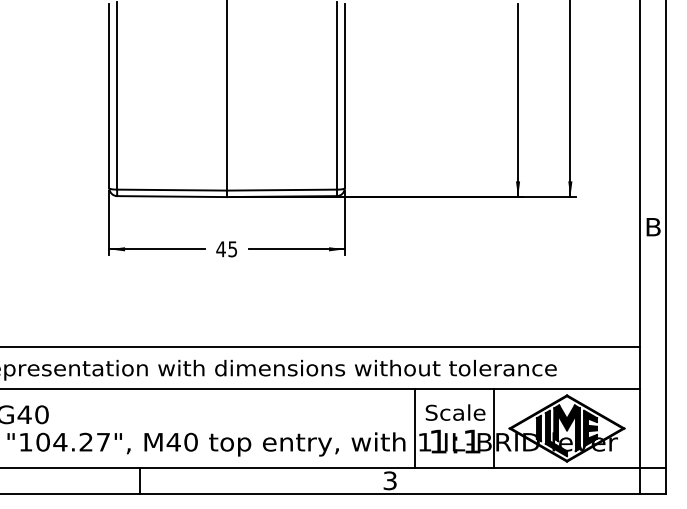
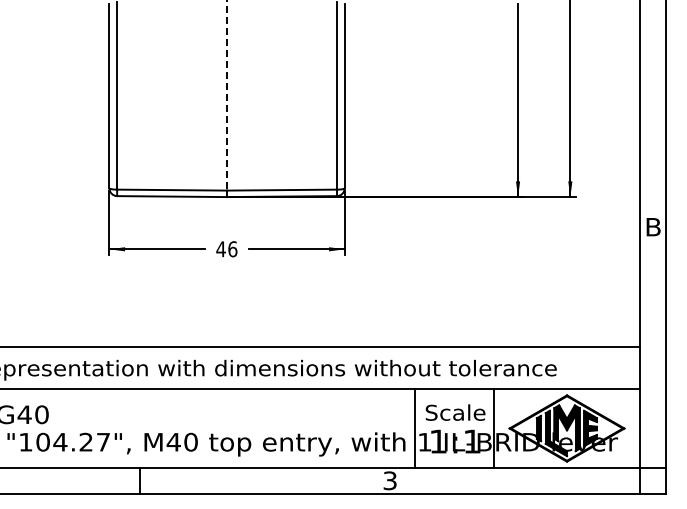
line at (227, 96): solid -> dashed
text at (232, 249): 45 -> 46
